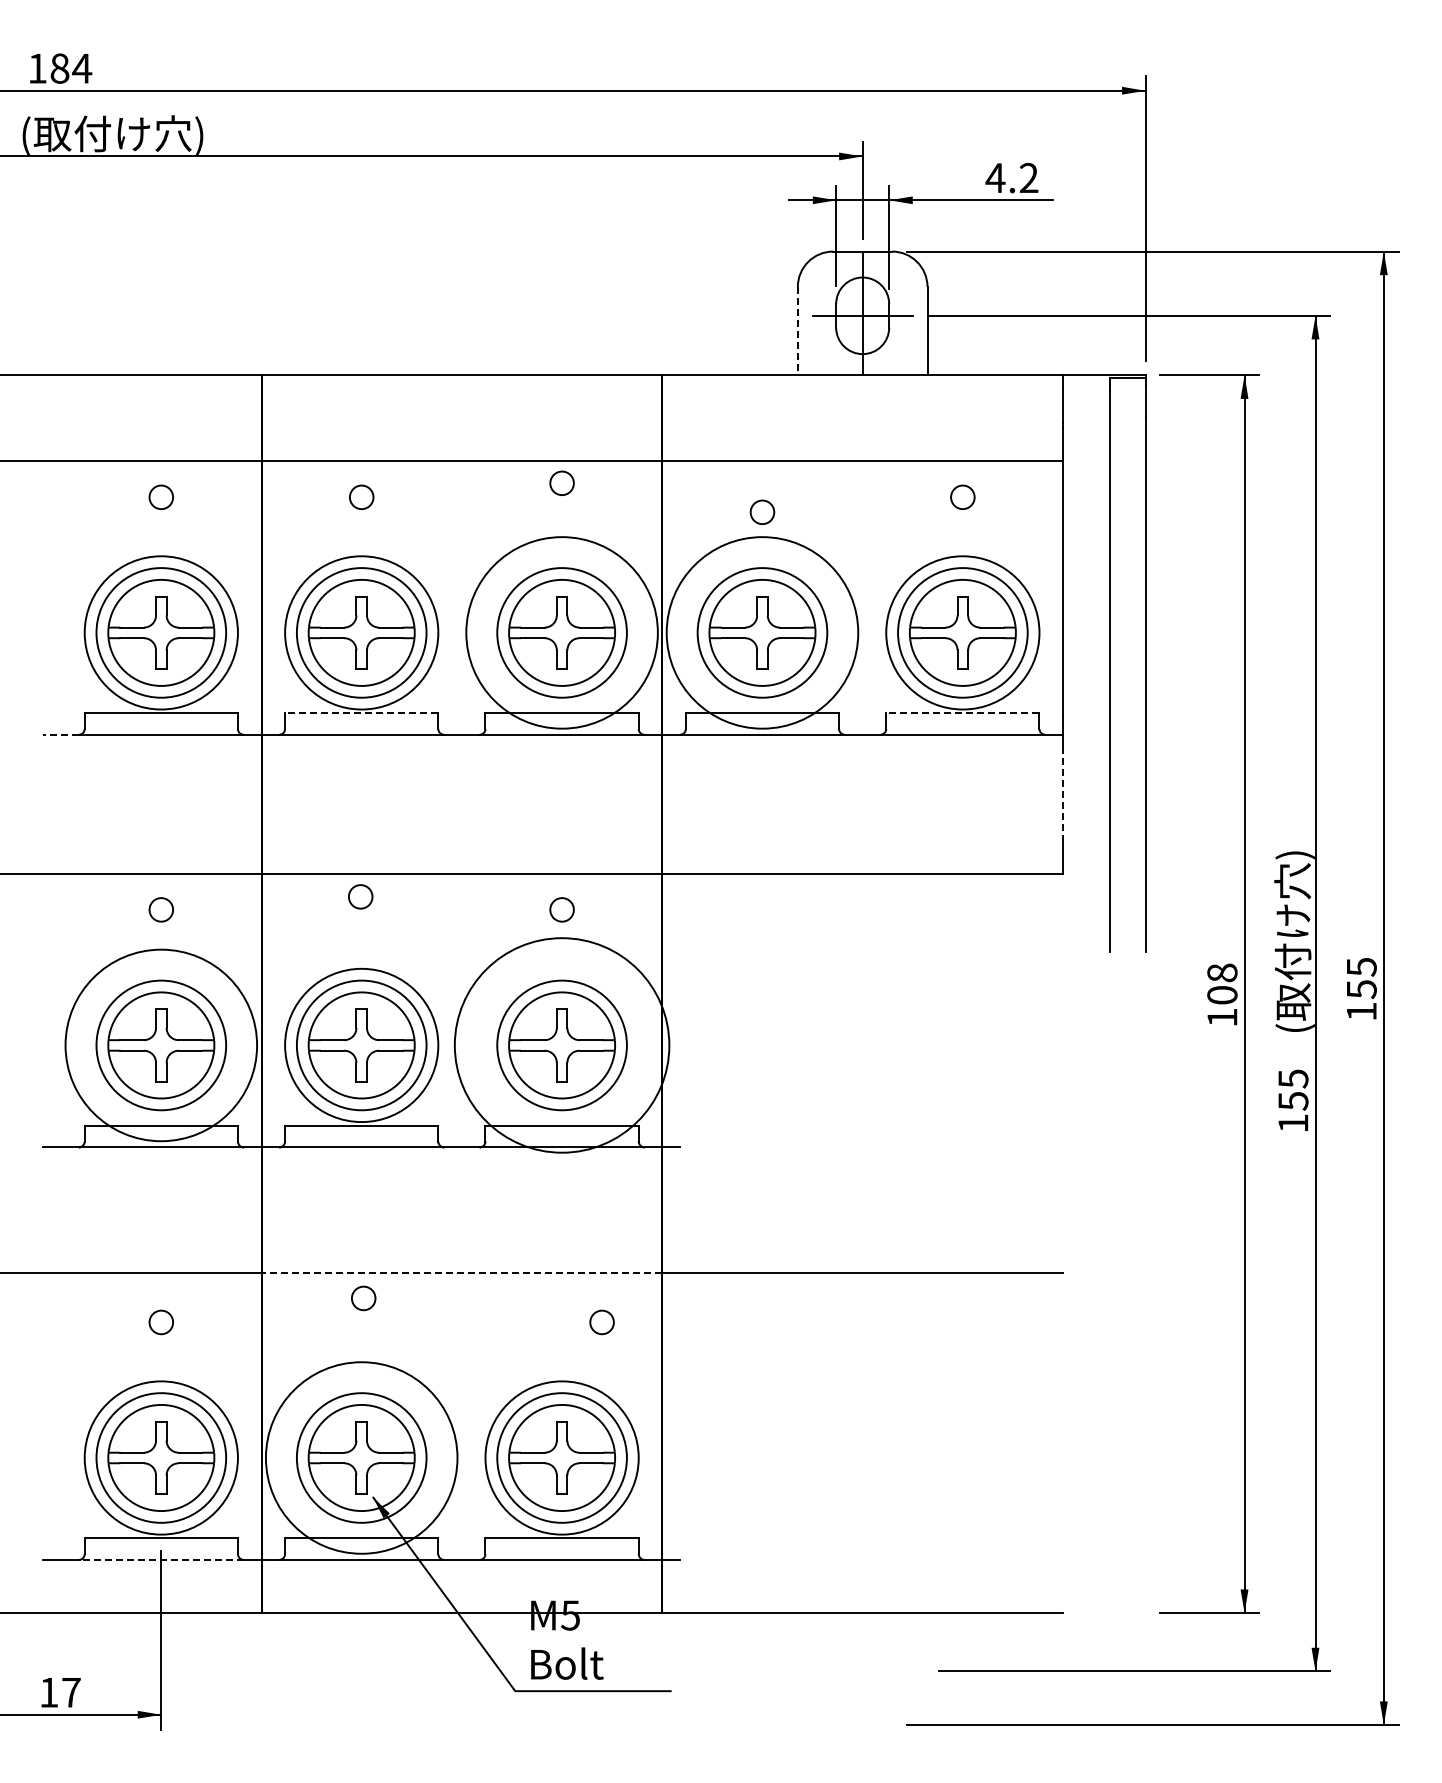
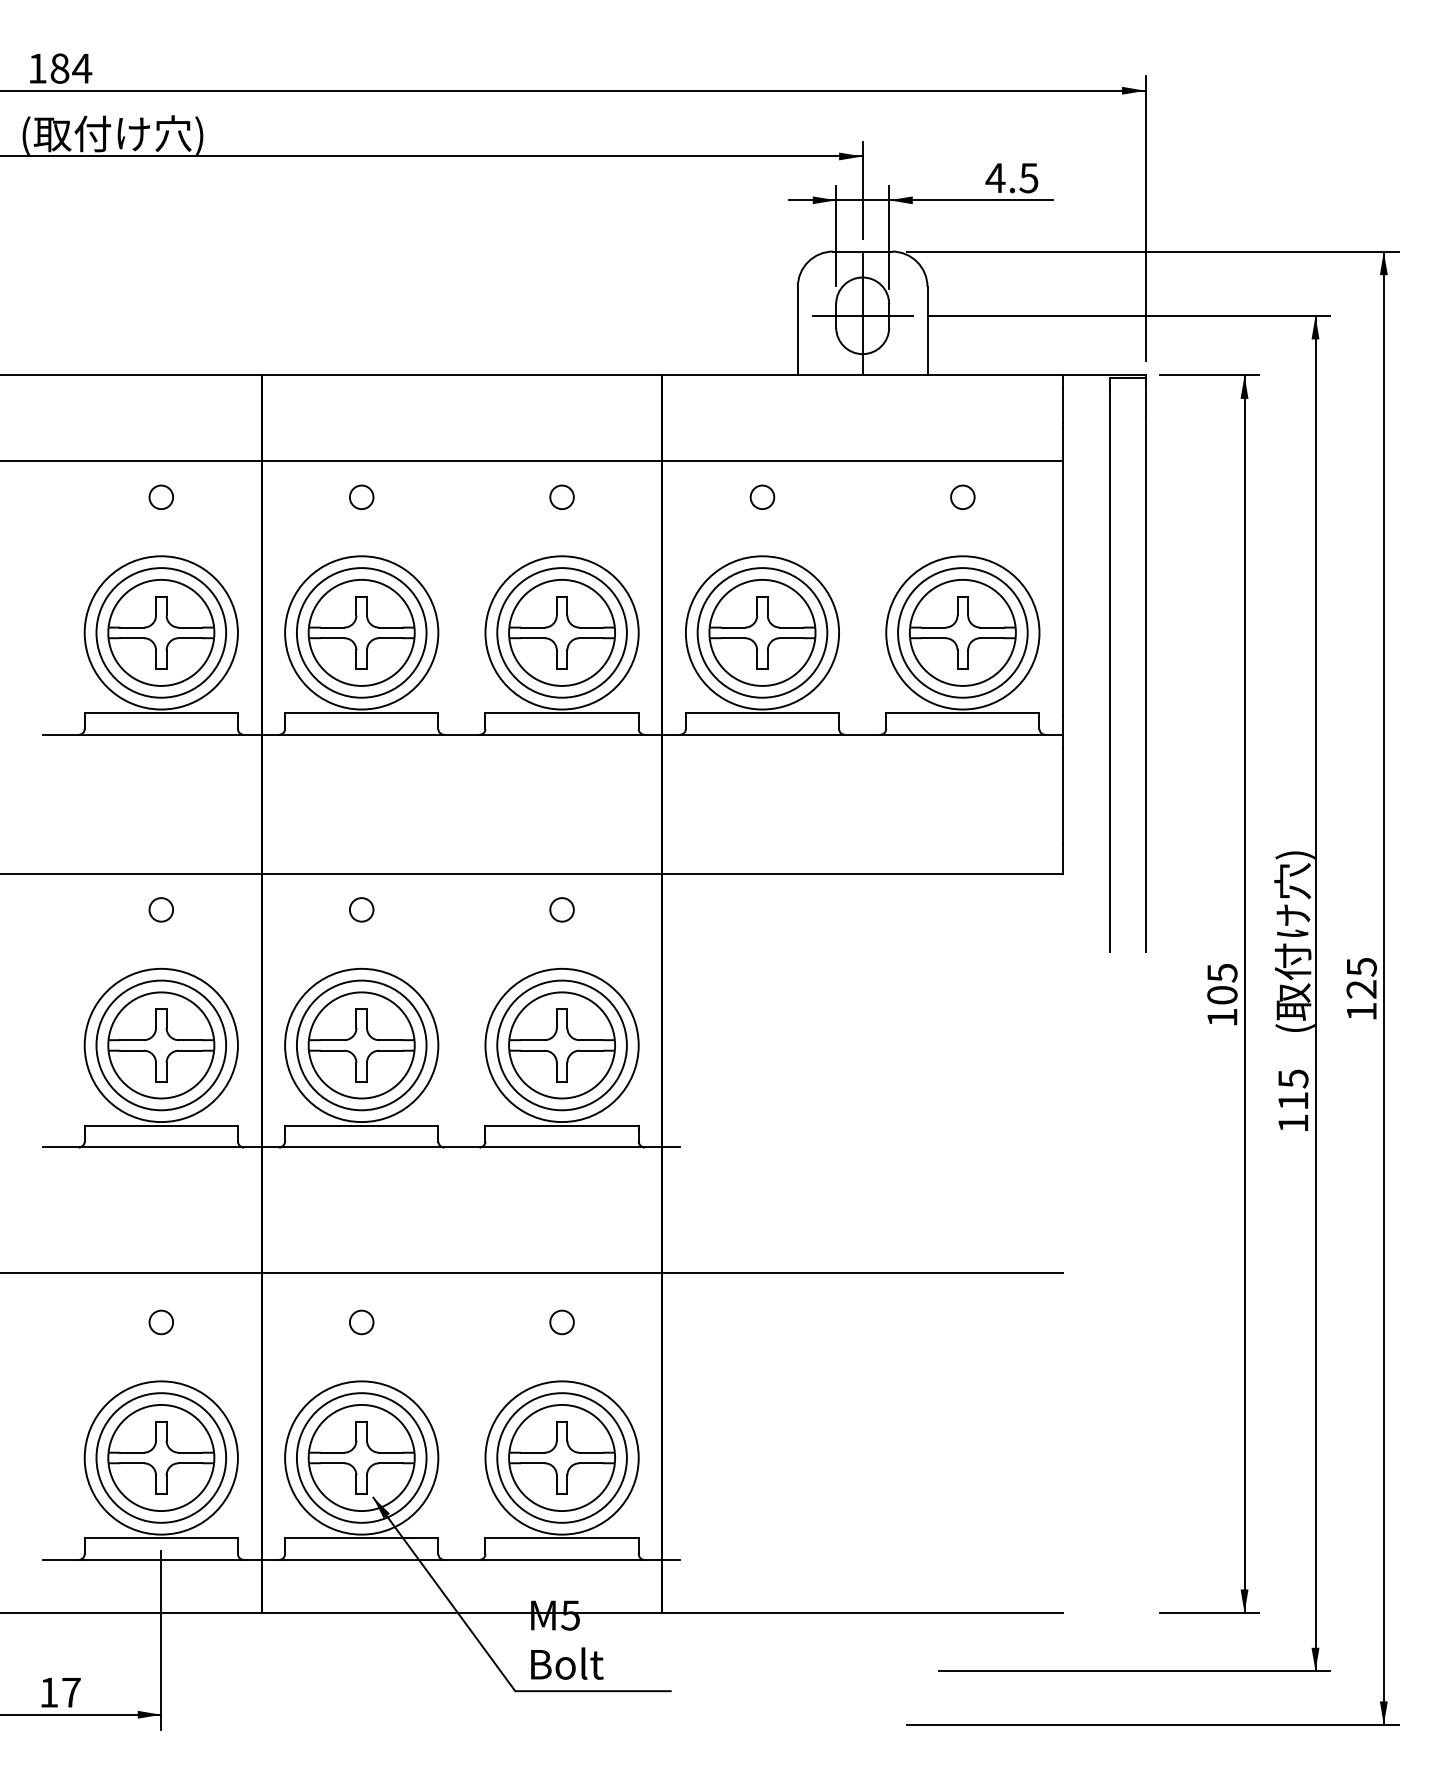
text at (1028, 178): 4.2 -> 4.5
line at (797, 331): dashed -> solid
circle at (561, 482) position: (561, 482) -> (561, 496)
circle at (762, 511) position: (762, 511) -> (762, 496)
circle at (561, 632) diameter: 192 px -> 153 px
circle at (762, 632) diameter: 192 px -> 153 px
line at (361, 713): dashed -> solid
line at (962, 713): dashed -> solid
line at (61, 734): dashed -> solid
line at (1063, 795): dashed -> solid
circle at (360, 896) position: (360, 896) -> (361, 909)
text at (1222, 972): 108 -> 105
text at (1361, 989): 155 -> 125
circle at (161, 1045) diameter: 192 px -> 153 px
circle at (561, 1045) diameter: 215 px -> 153 px
text at (1293, 1101): 155 -> 115
line at (461, 1272): dashed -> solid
circle at (363, 1298) position: (363, 1298) -> (361, 1322)
circle at (601, 1322) position: (601, 1322) -> (561, 1322)
circle at (361, 1457) diameter: 192 px -> 153 px
line at (161, 1560): dashed -> solid
